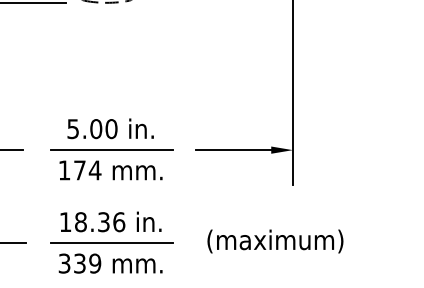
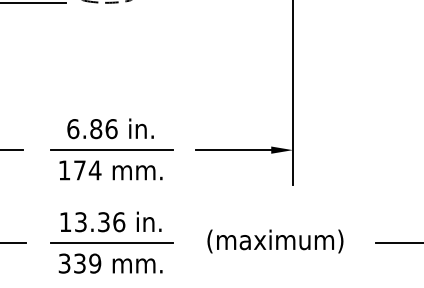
text at (92, 129): 5.00 -> 6.86
text at (80, 222): 18.36 -> 13.36
line at (398, 243): none -> present
